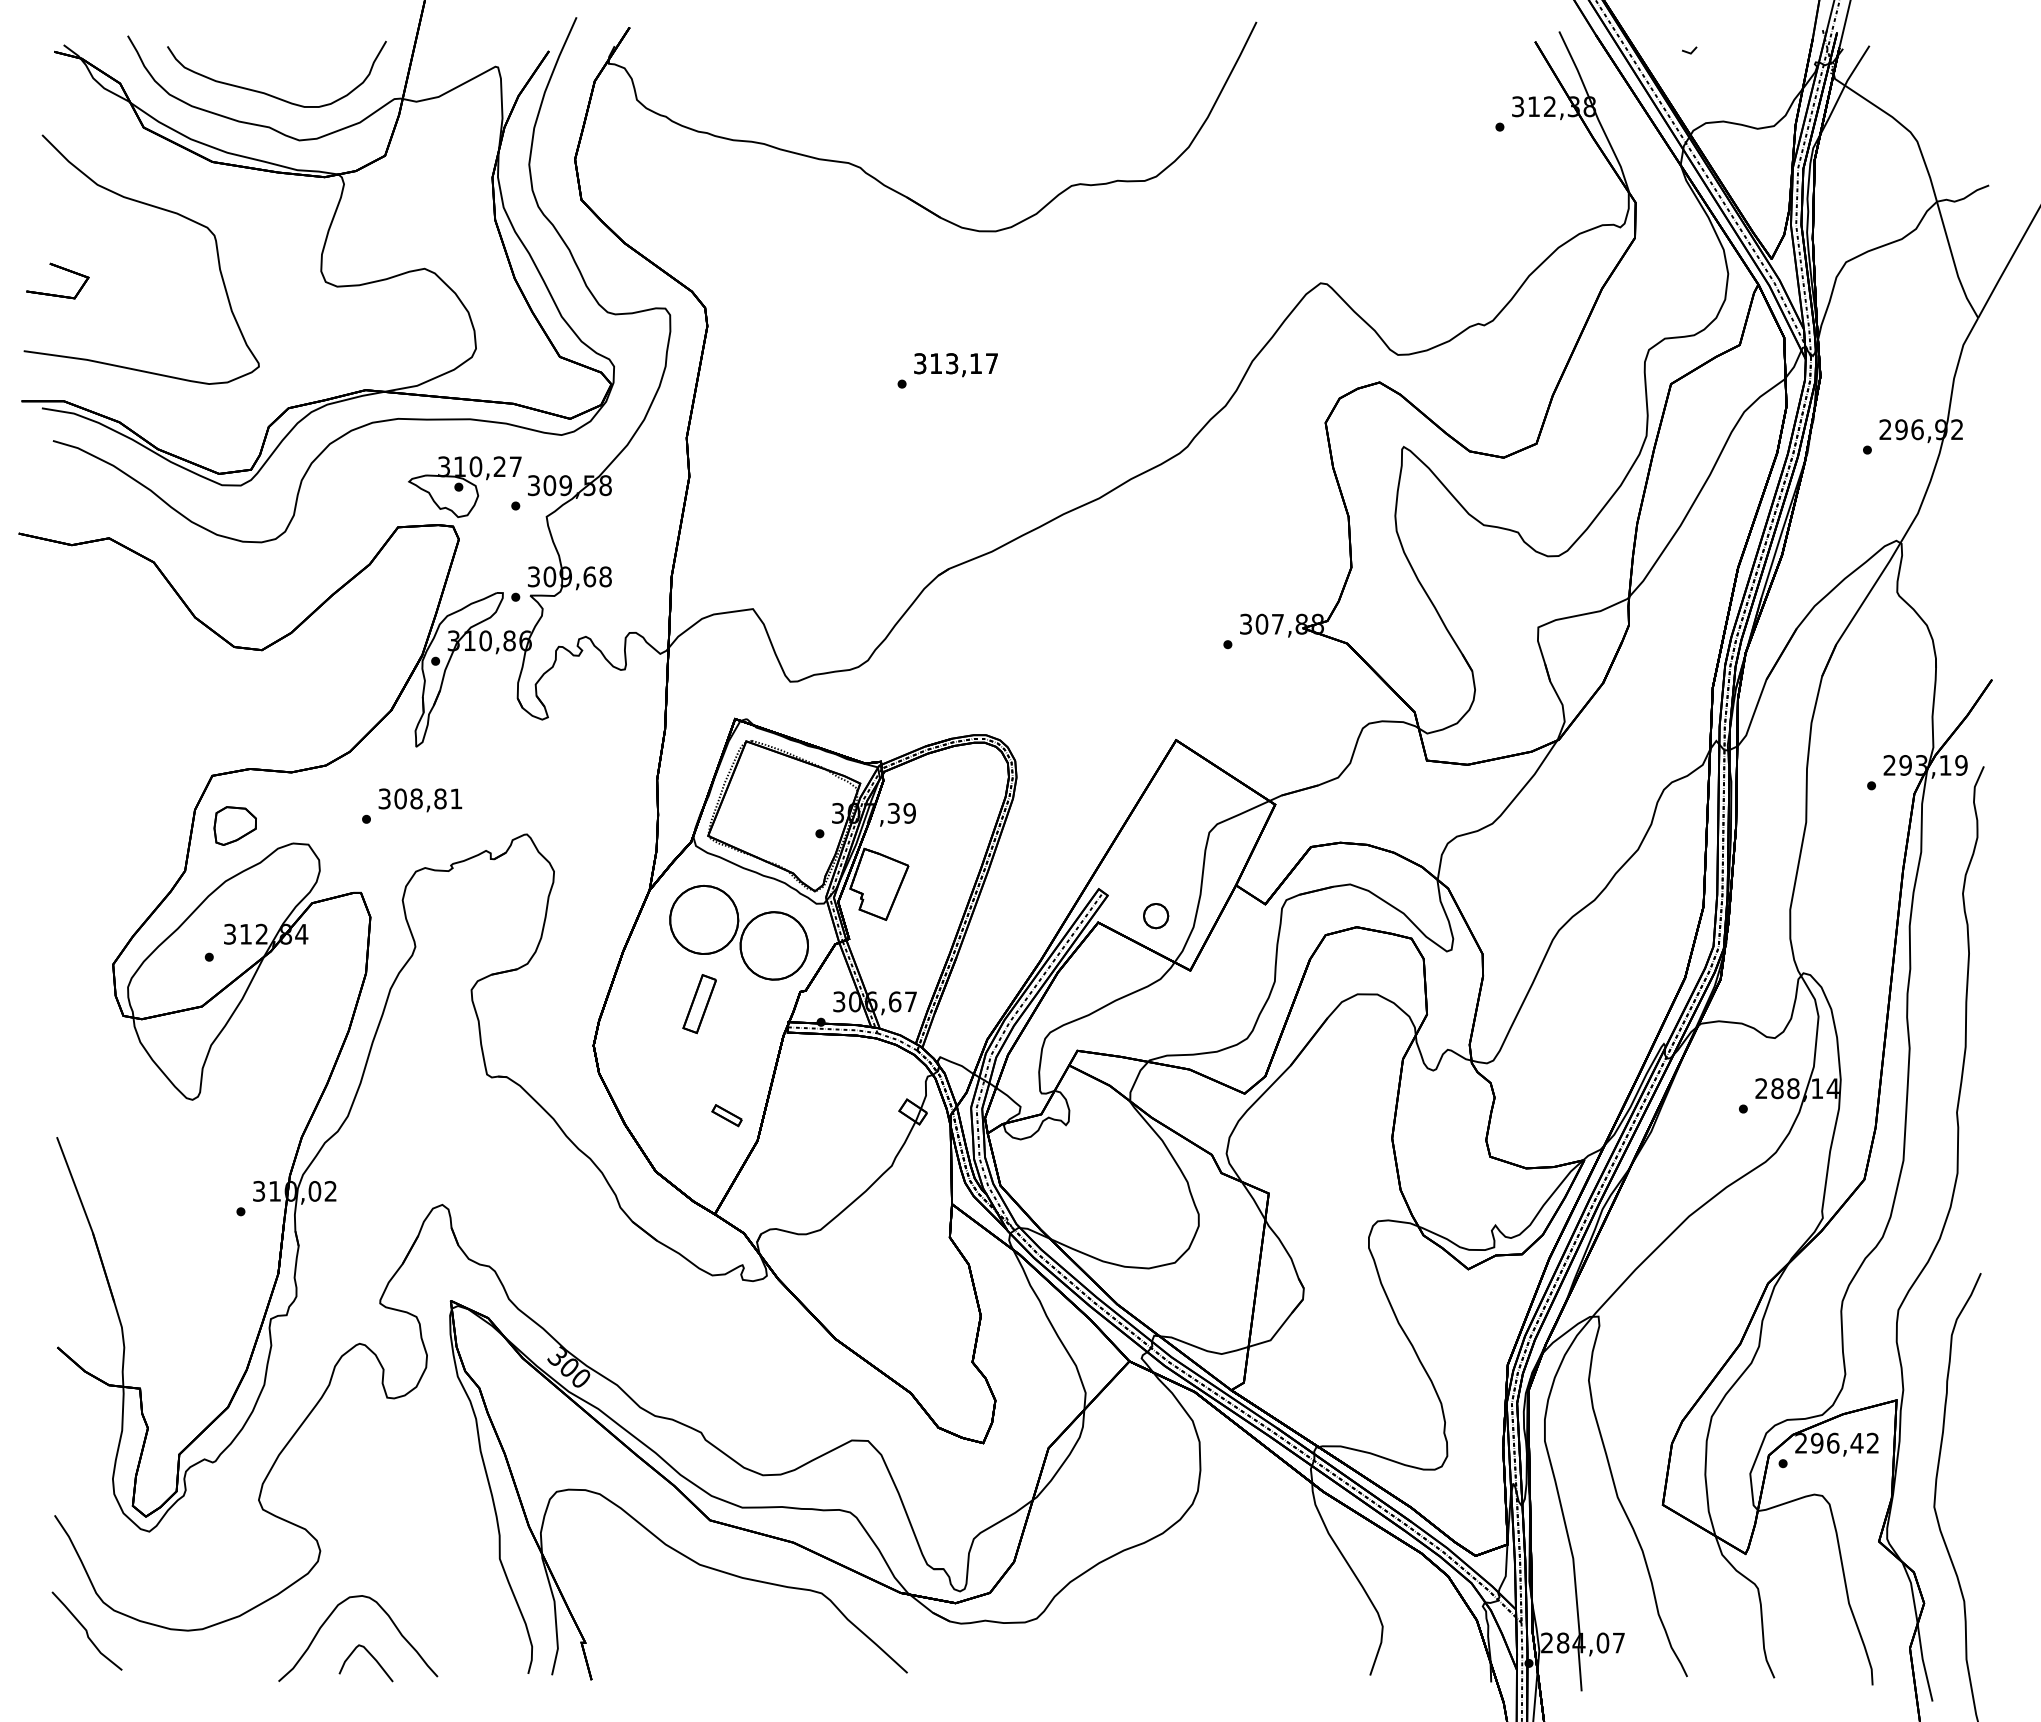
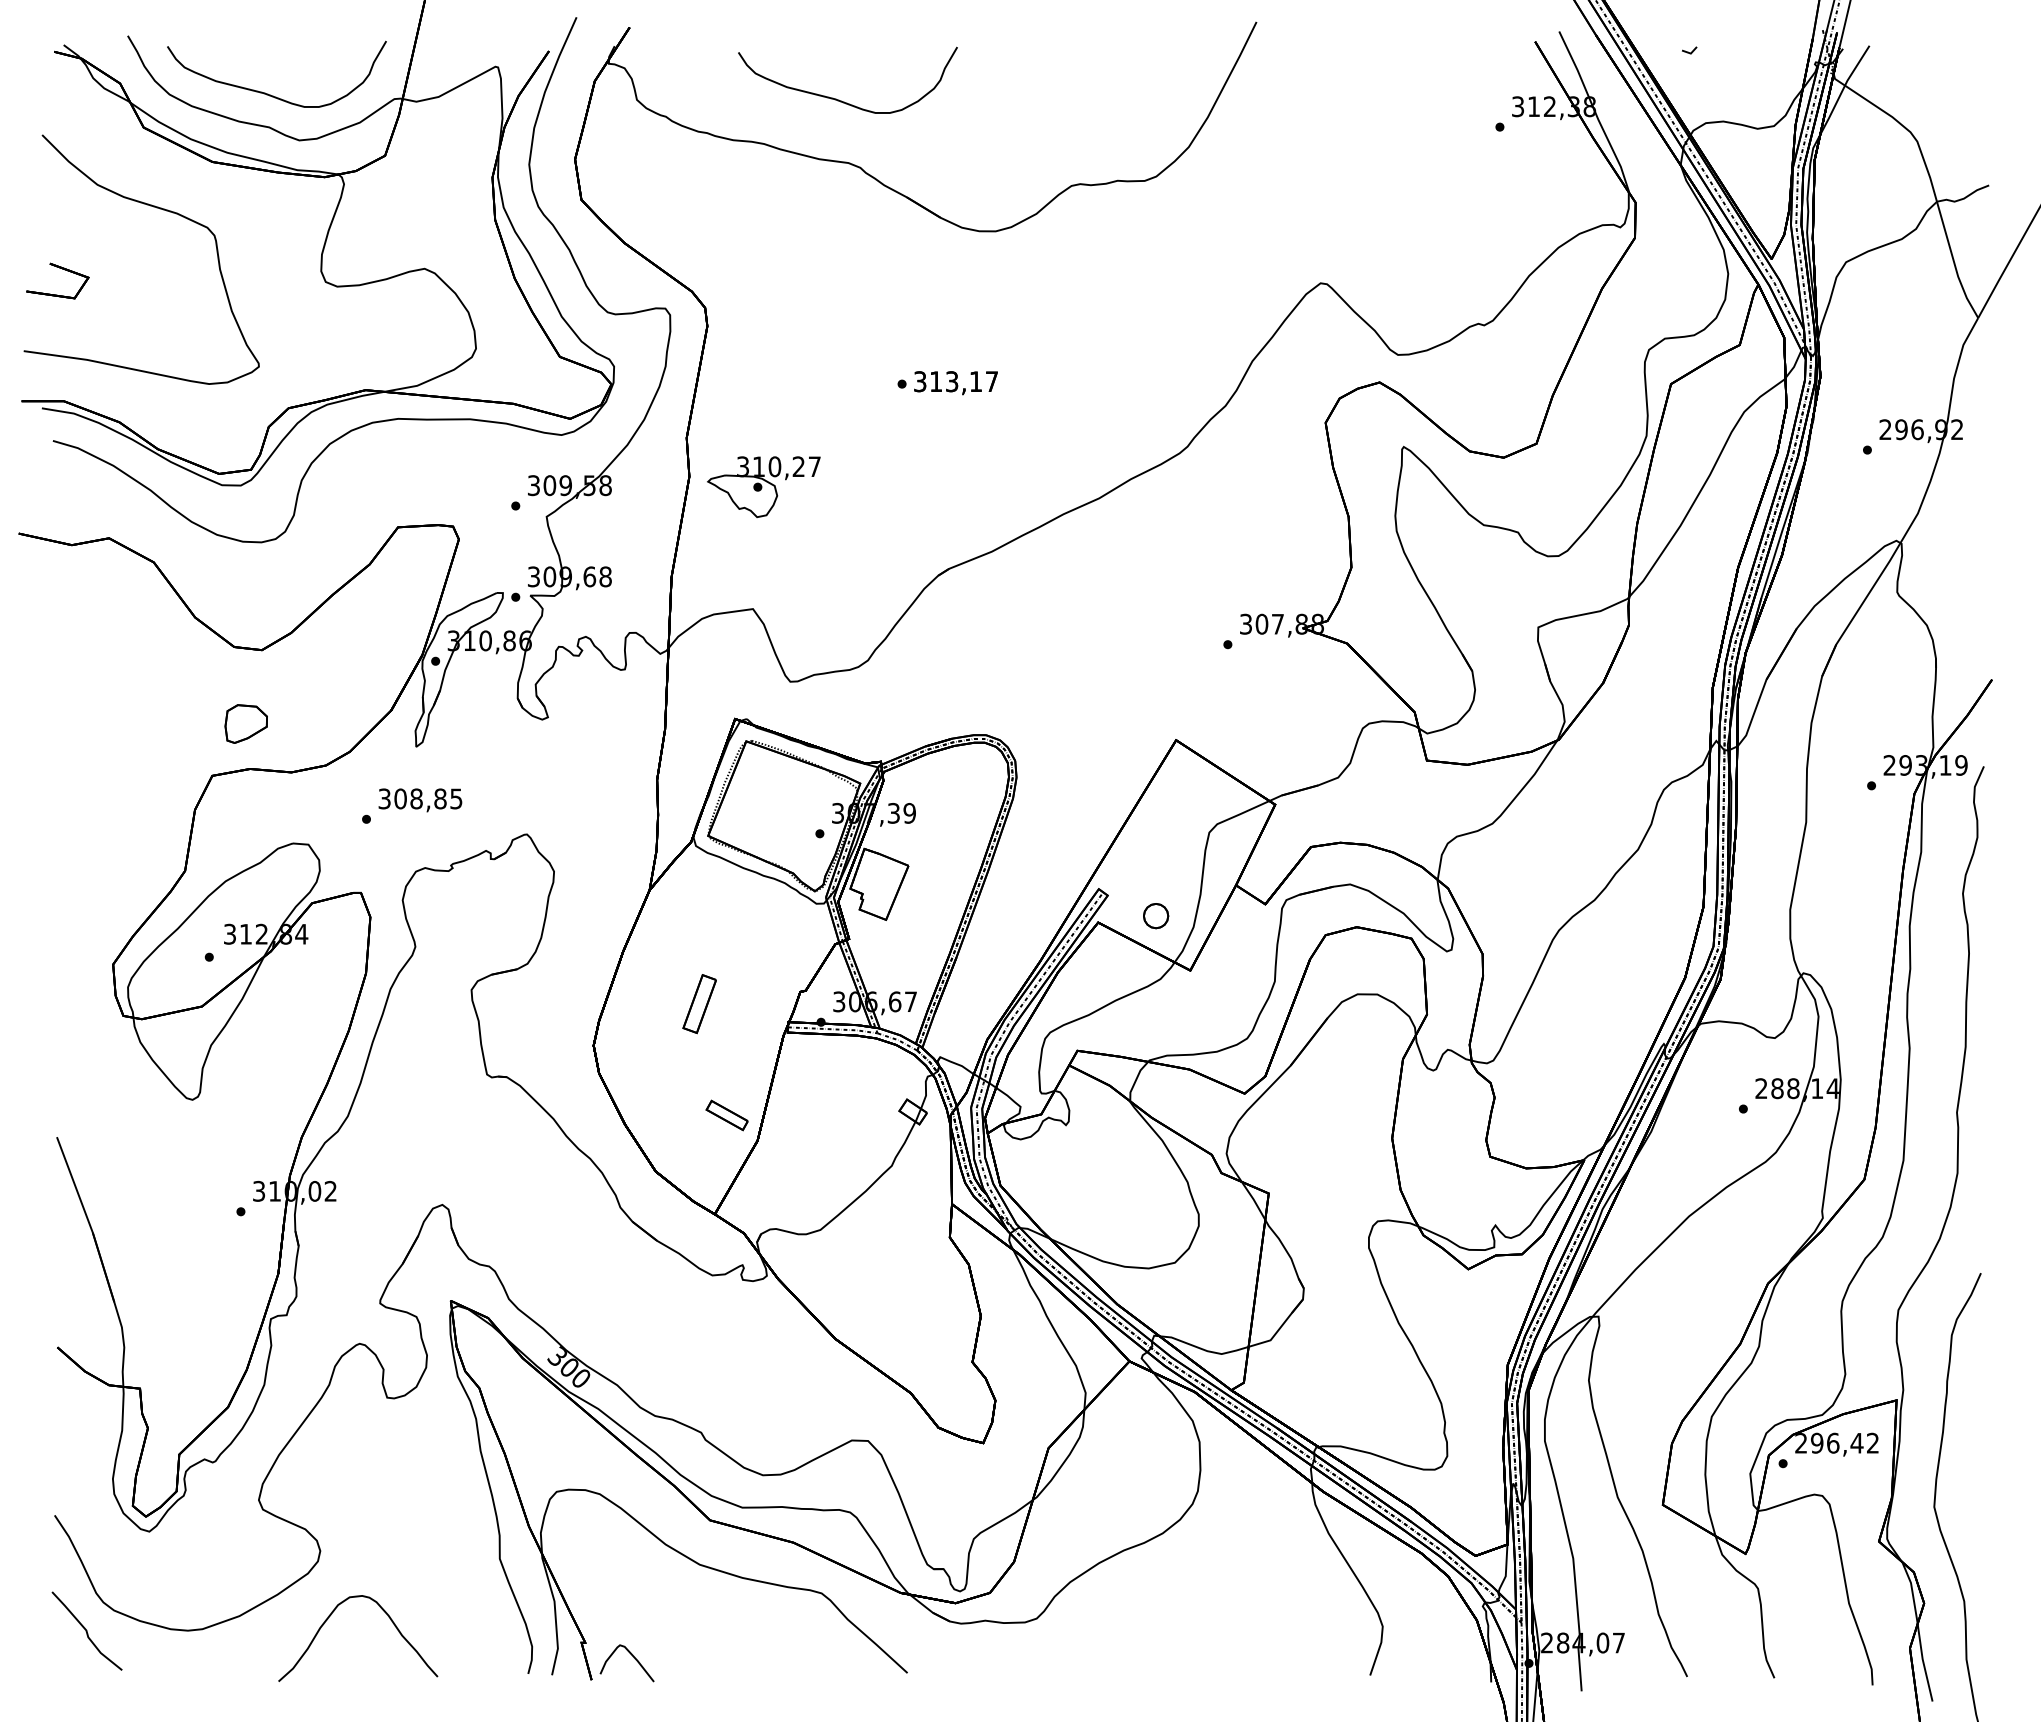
curve at (839, 99): none -> present
text at (955, 365) position: (955, 365) -> (955, 383)
part at (464, 486) position: (464, 486) -> (763, 486)
text at (456, 798): 308,81 -> 308,85
part at (234, 825) position: (234, 825) -> (245, 723)
part at (738, 932): present -> none
part at (726, 1115) size: 32x24 px -> 44x33 px
curve at (371, 1656) position: (371, 1656) -> (632, 1656)
